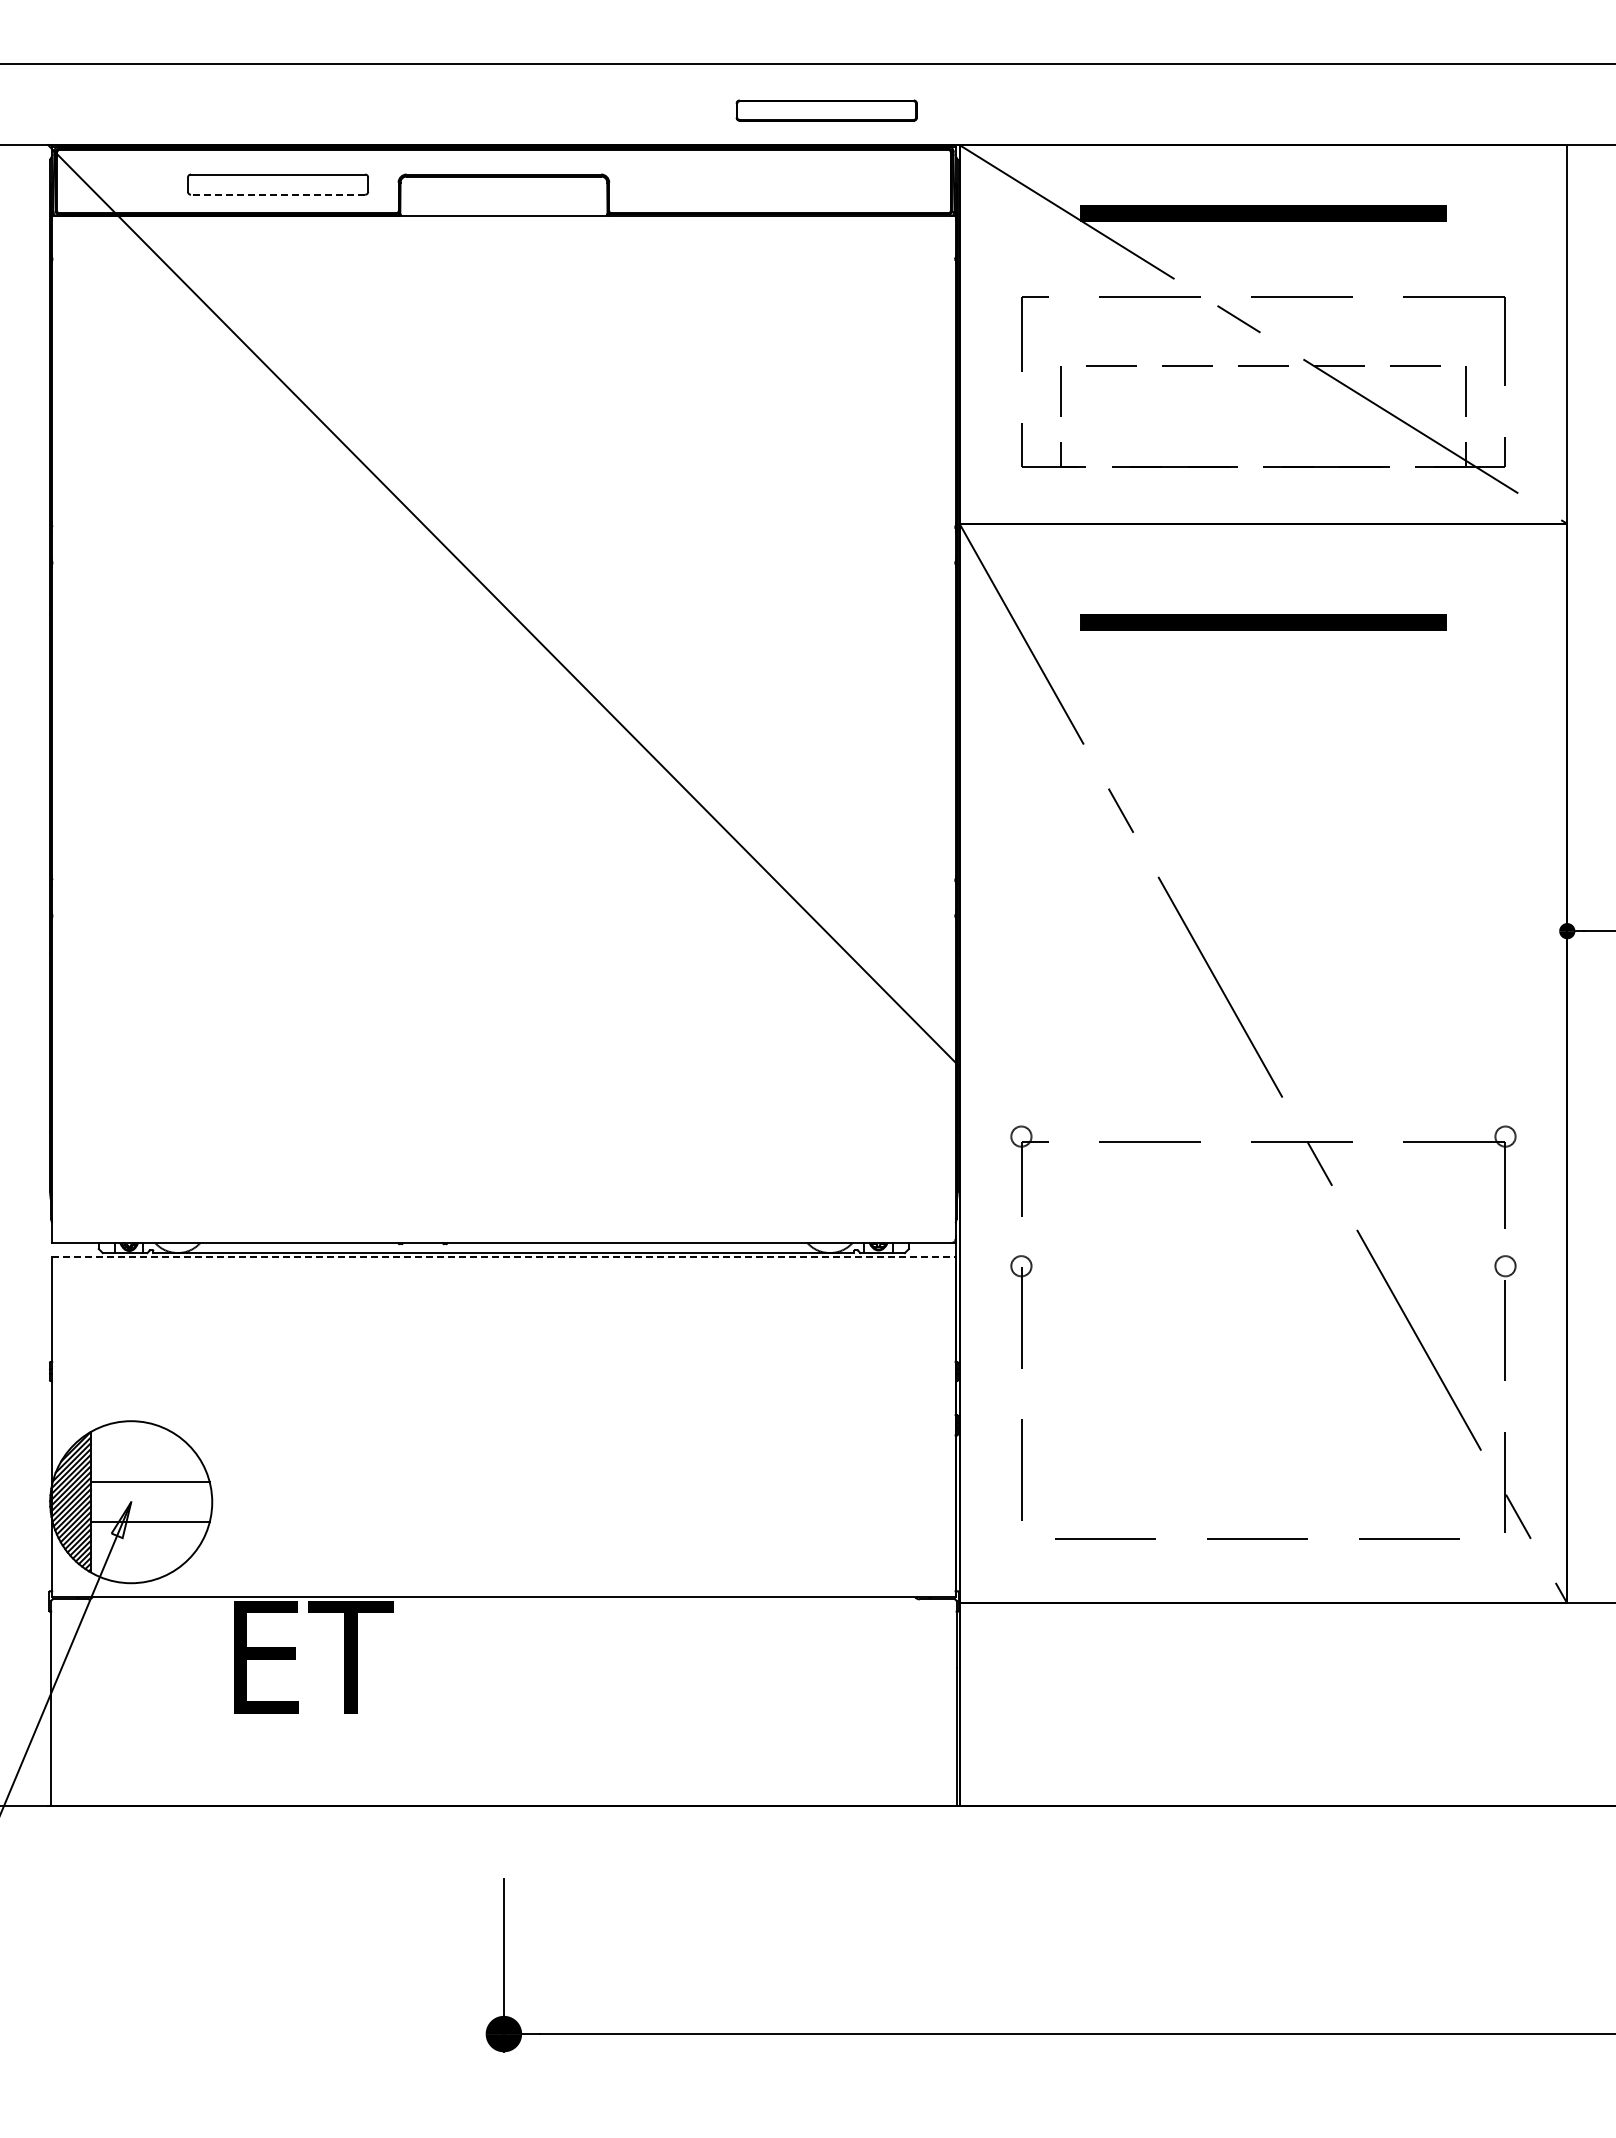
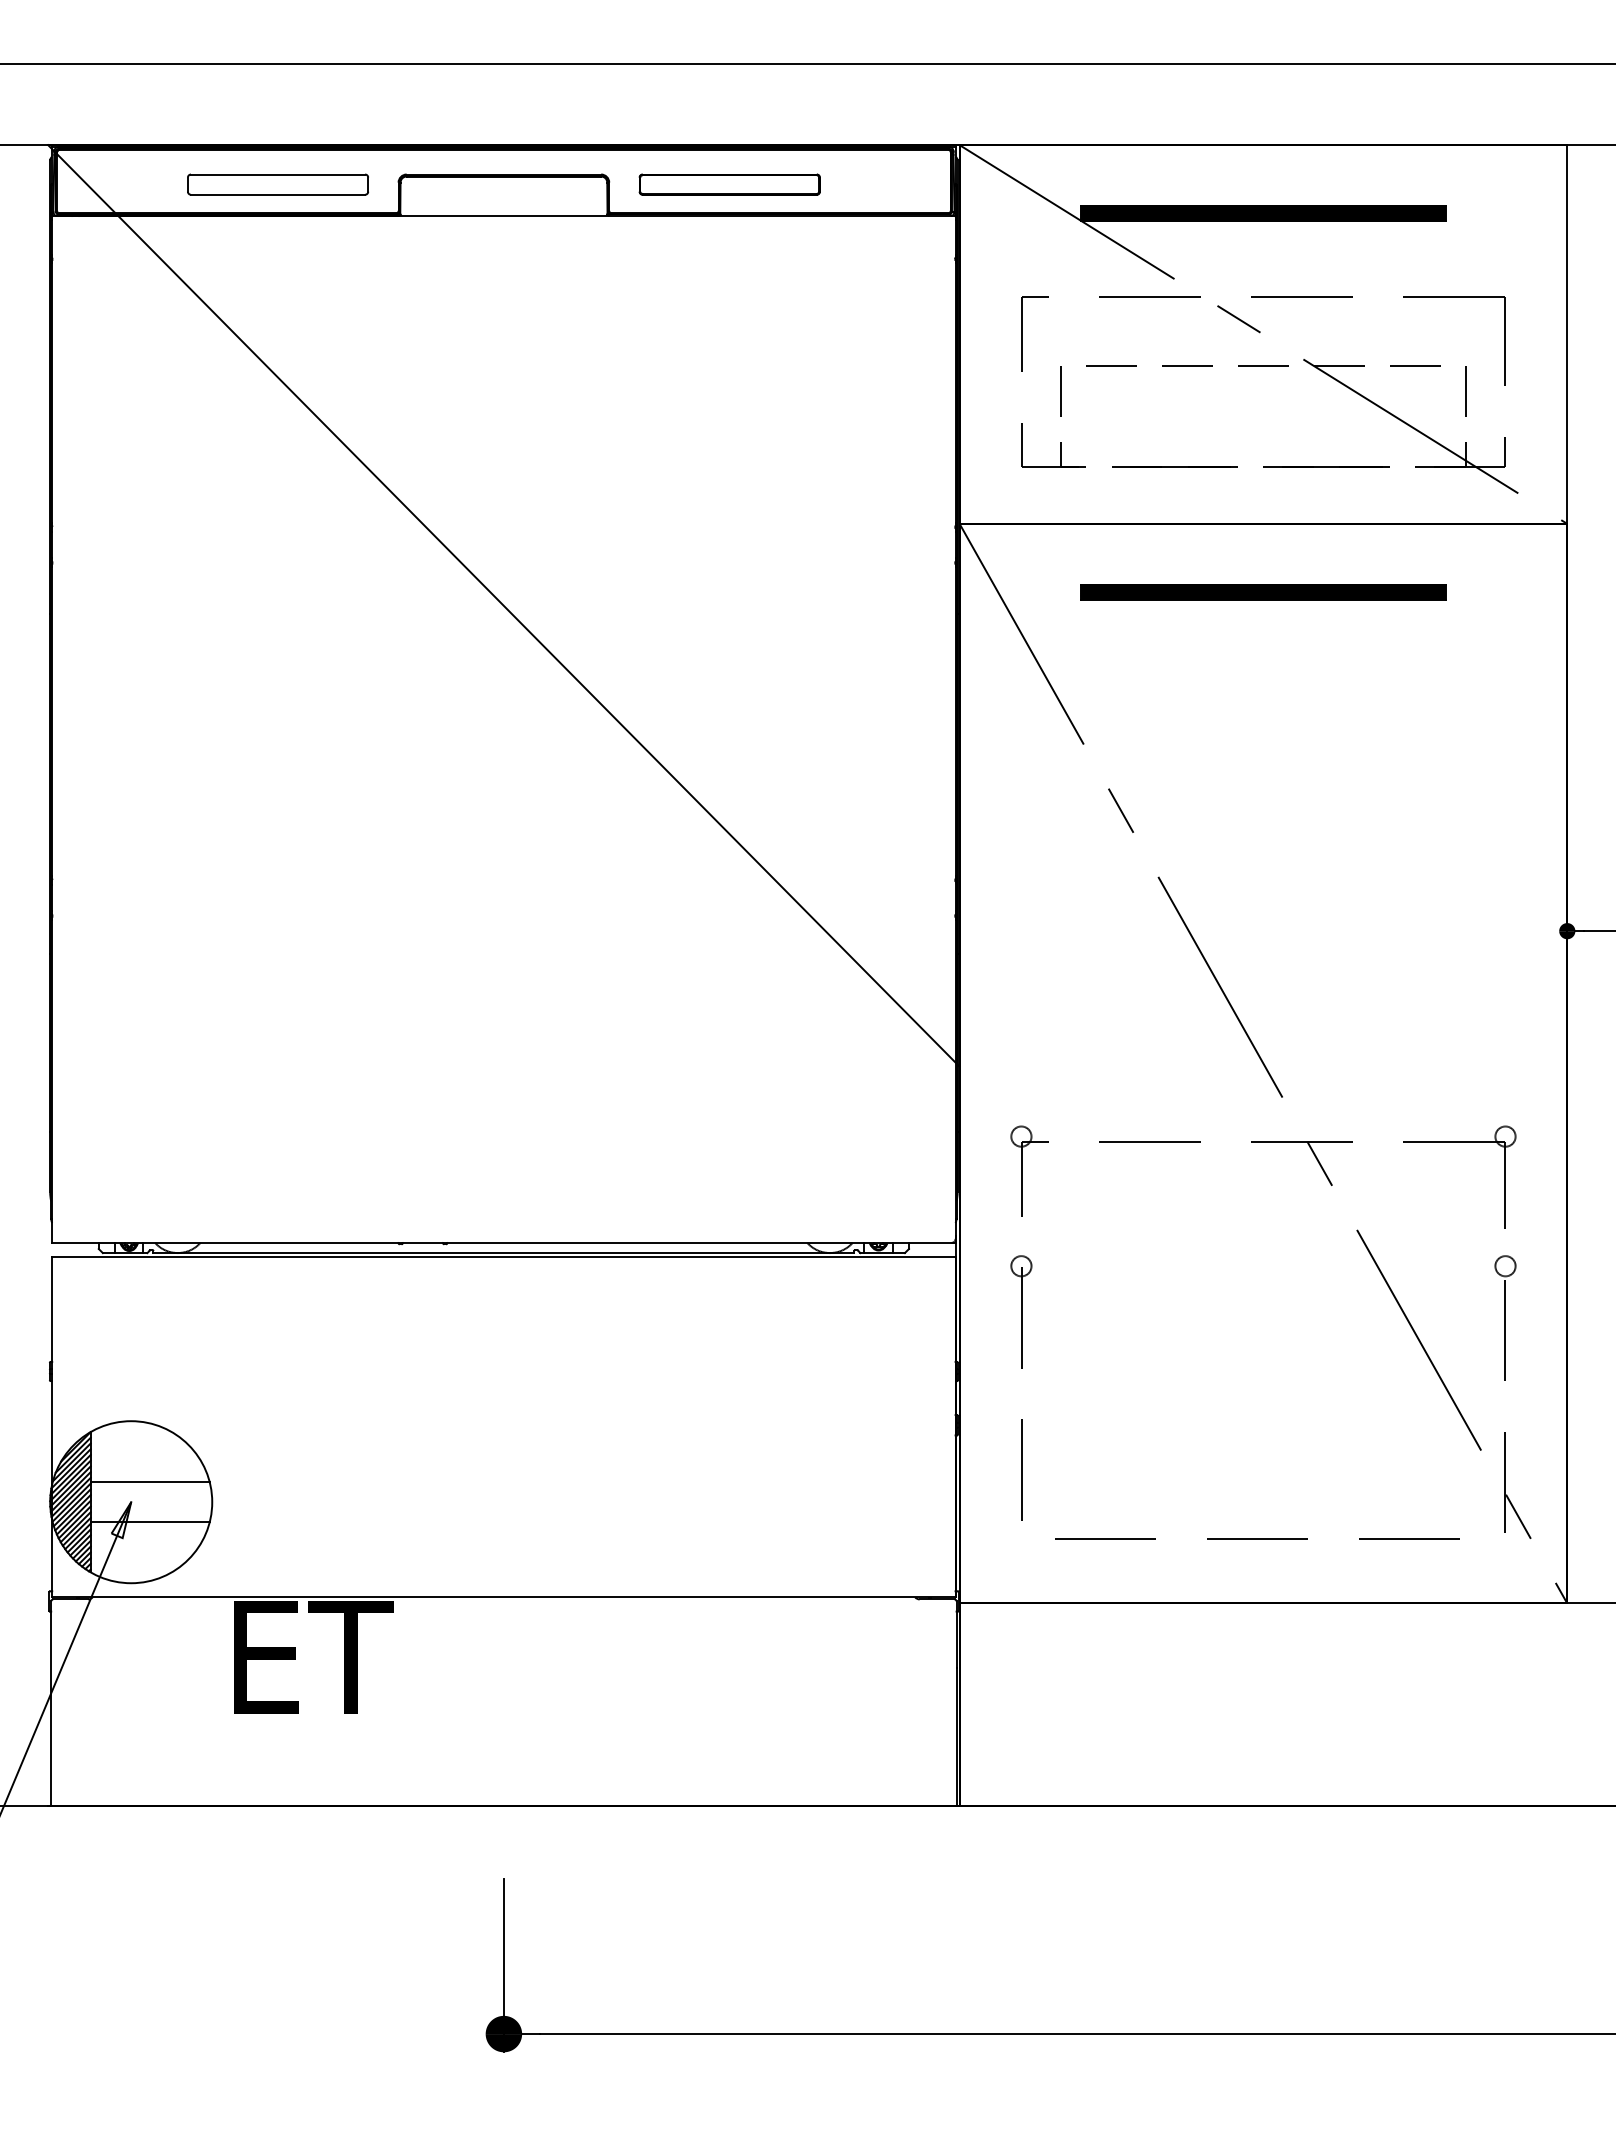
part at (826, 110) position: (826, 110) -> (729, 184)
line at (277, 194): dashed -> solid
part at (1263, 622) position: (1263, 622) -> (1263, 592)
line at (503, 1257): dashed -> solid
